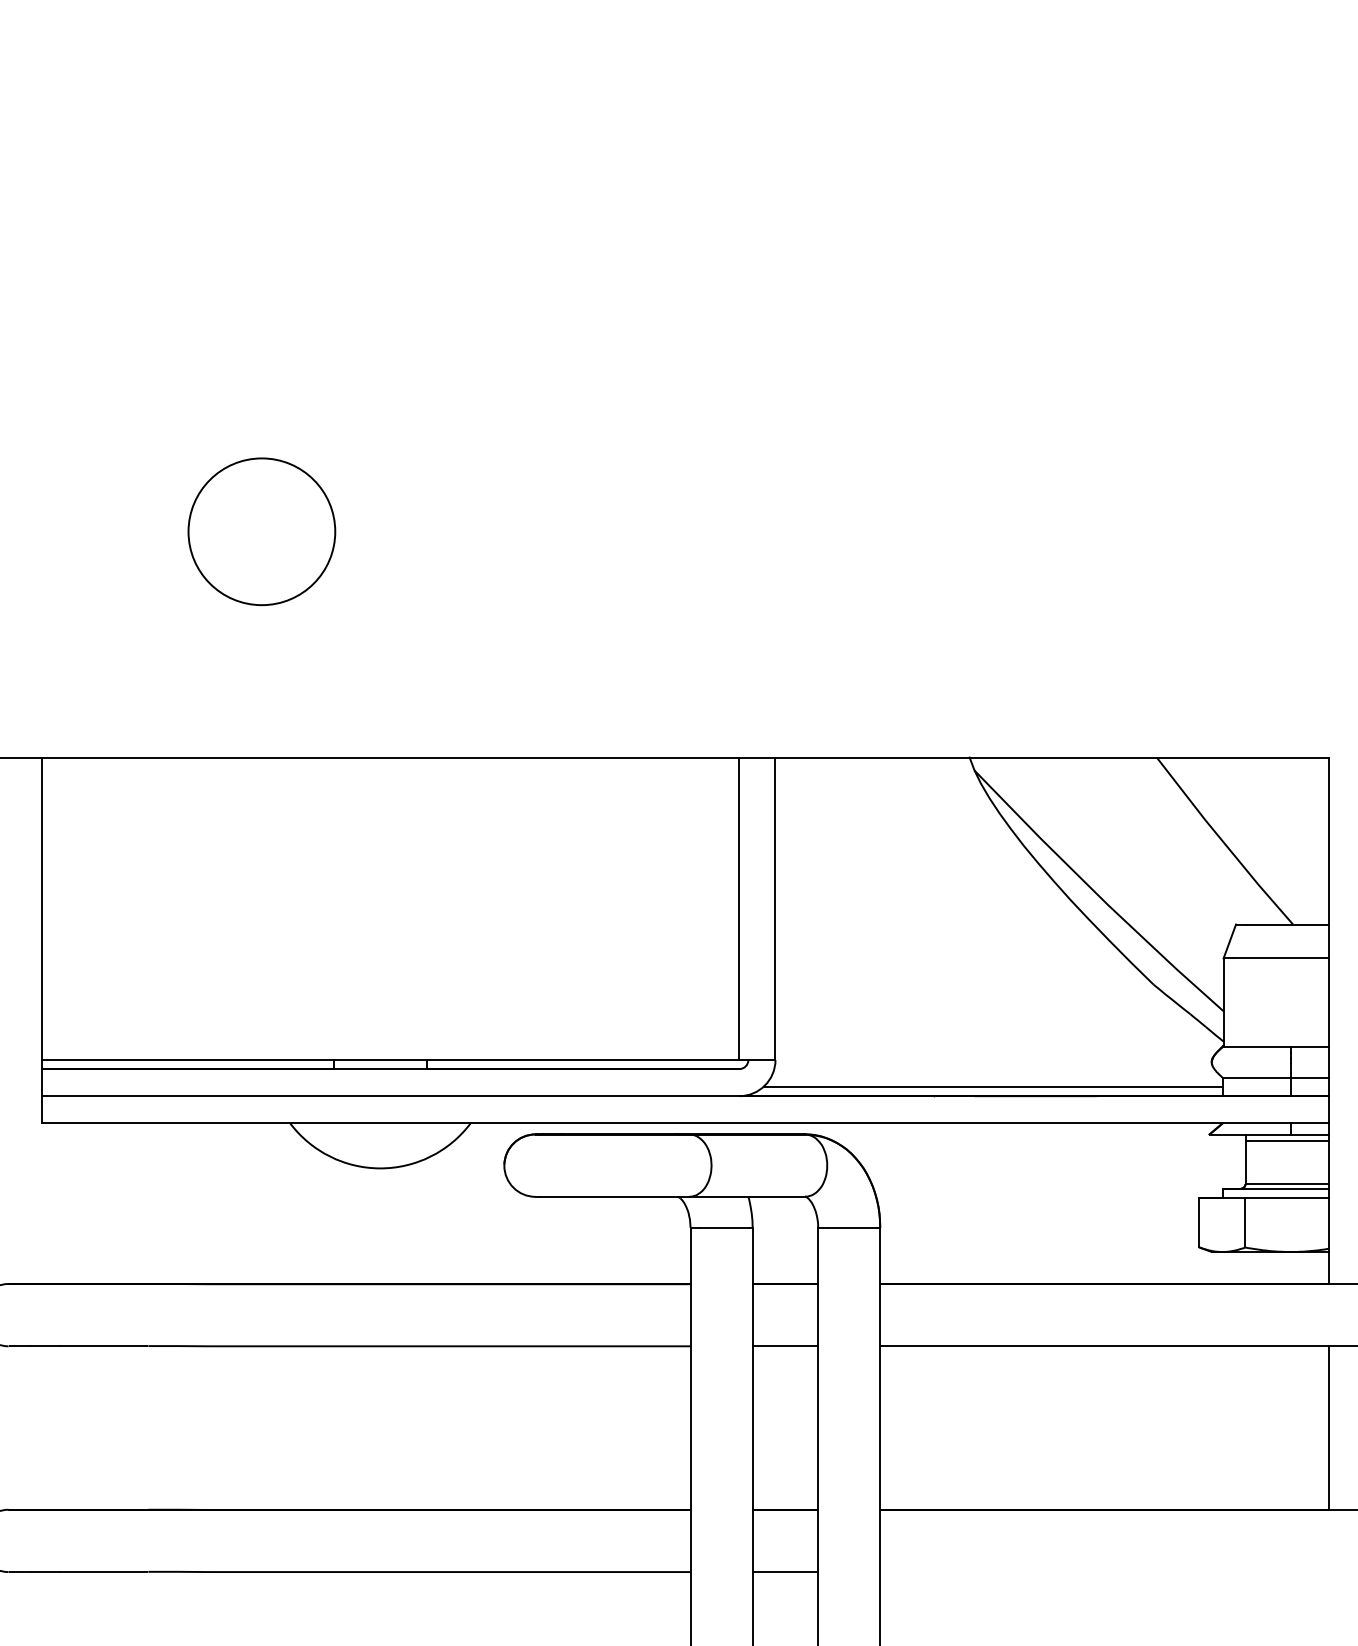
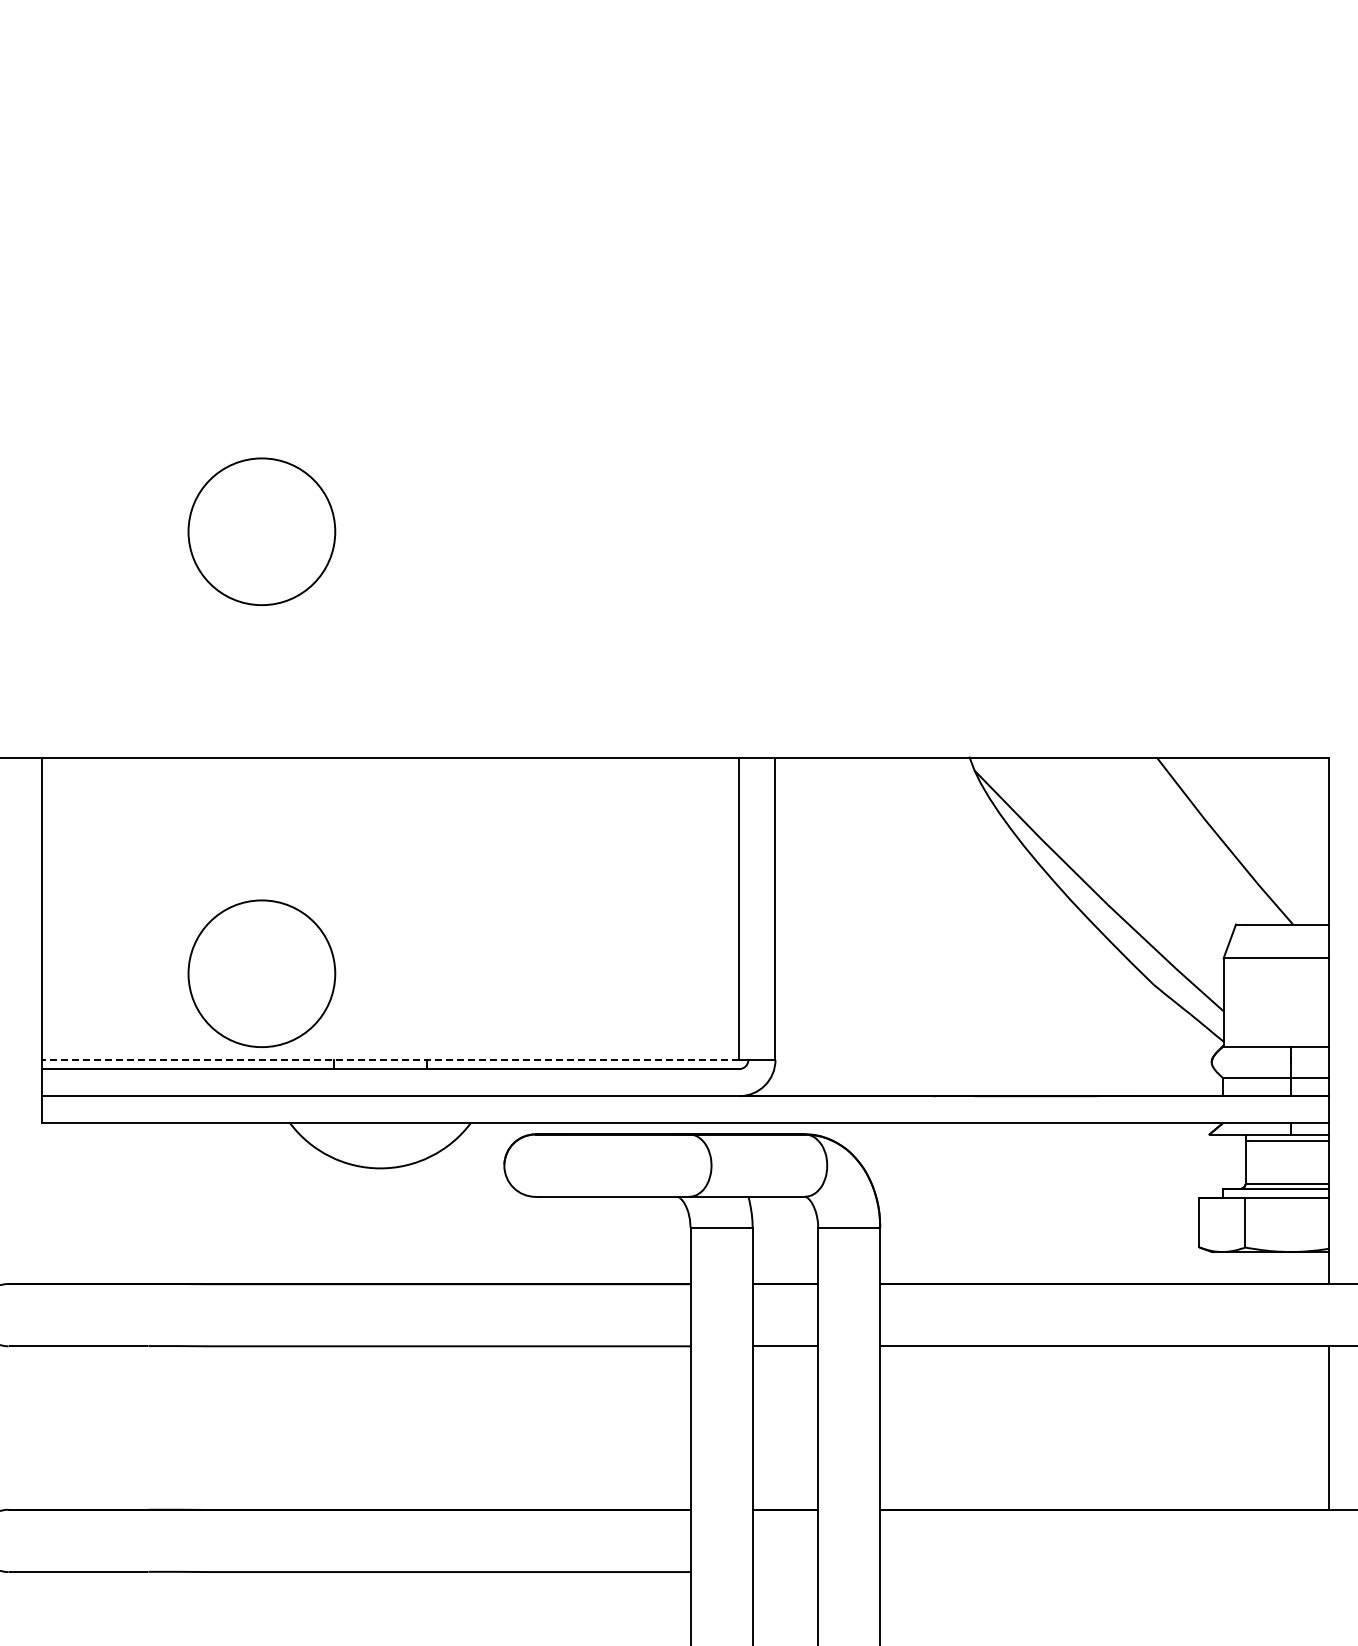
circle at (261, 973): none -> present
line at (390, 1060): solid -> dashed
line at (992, 1086): present -> none
line at (785, 1572): present -> none
